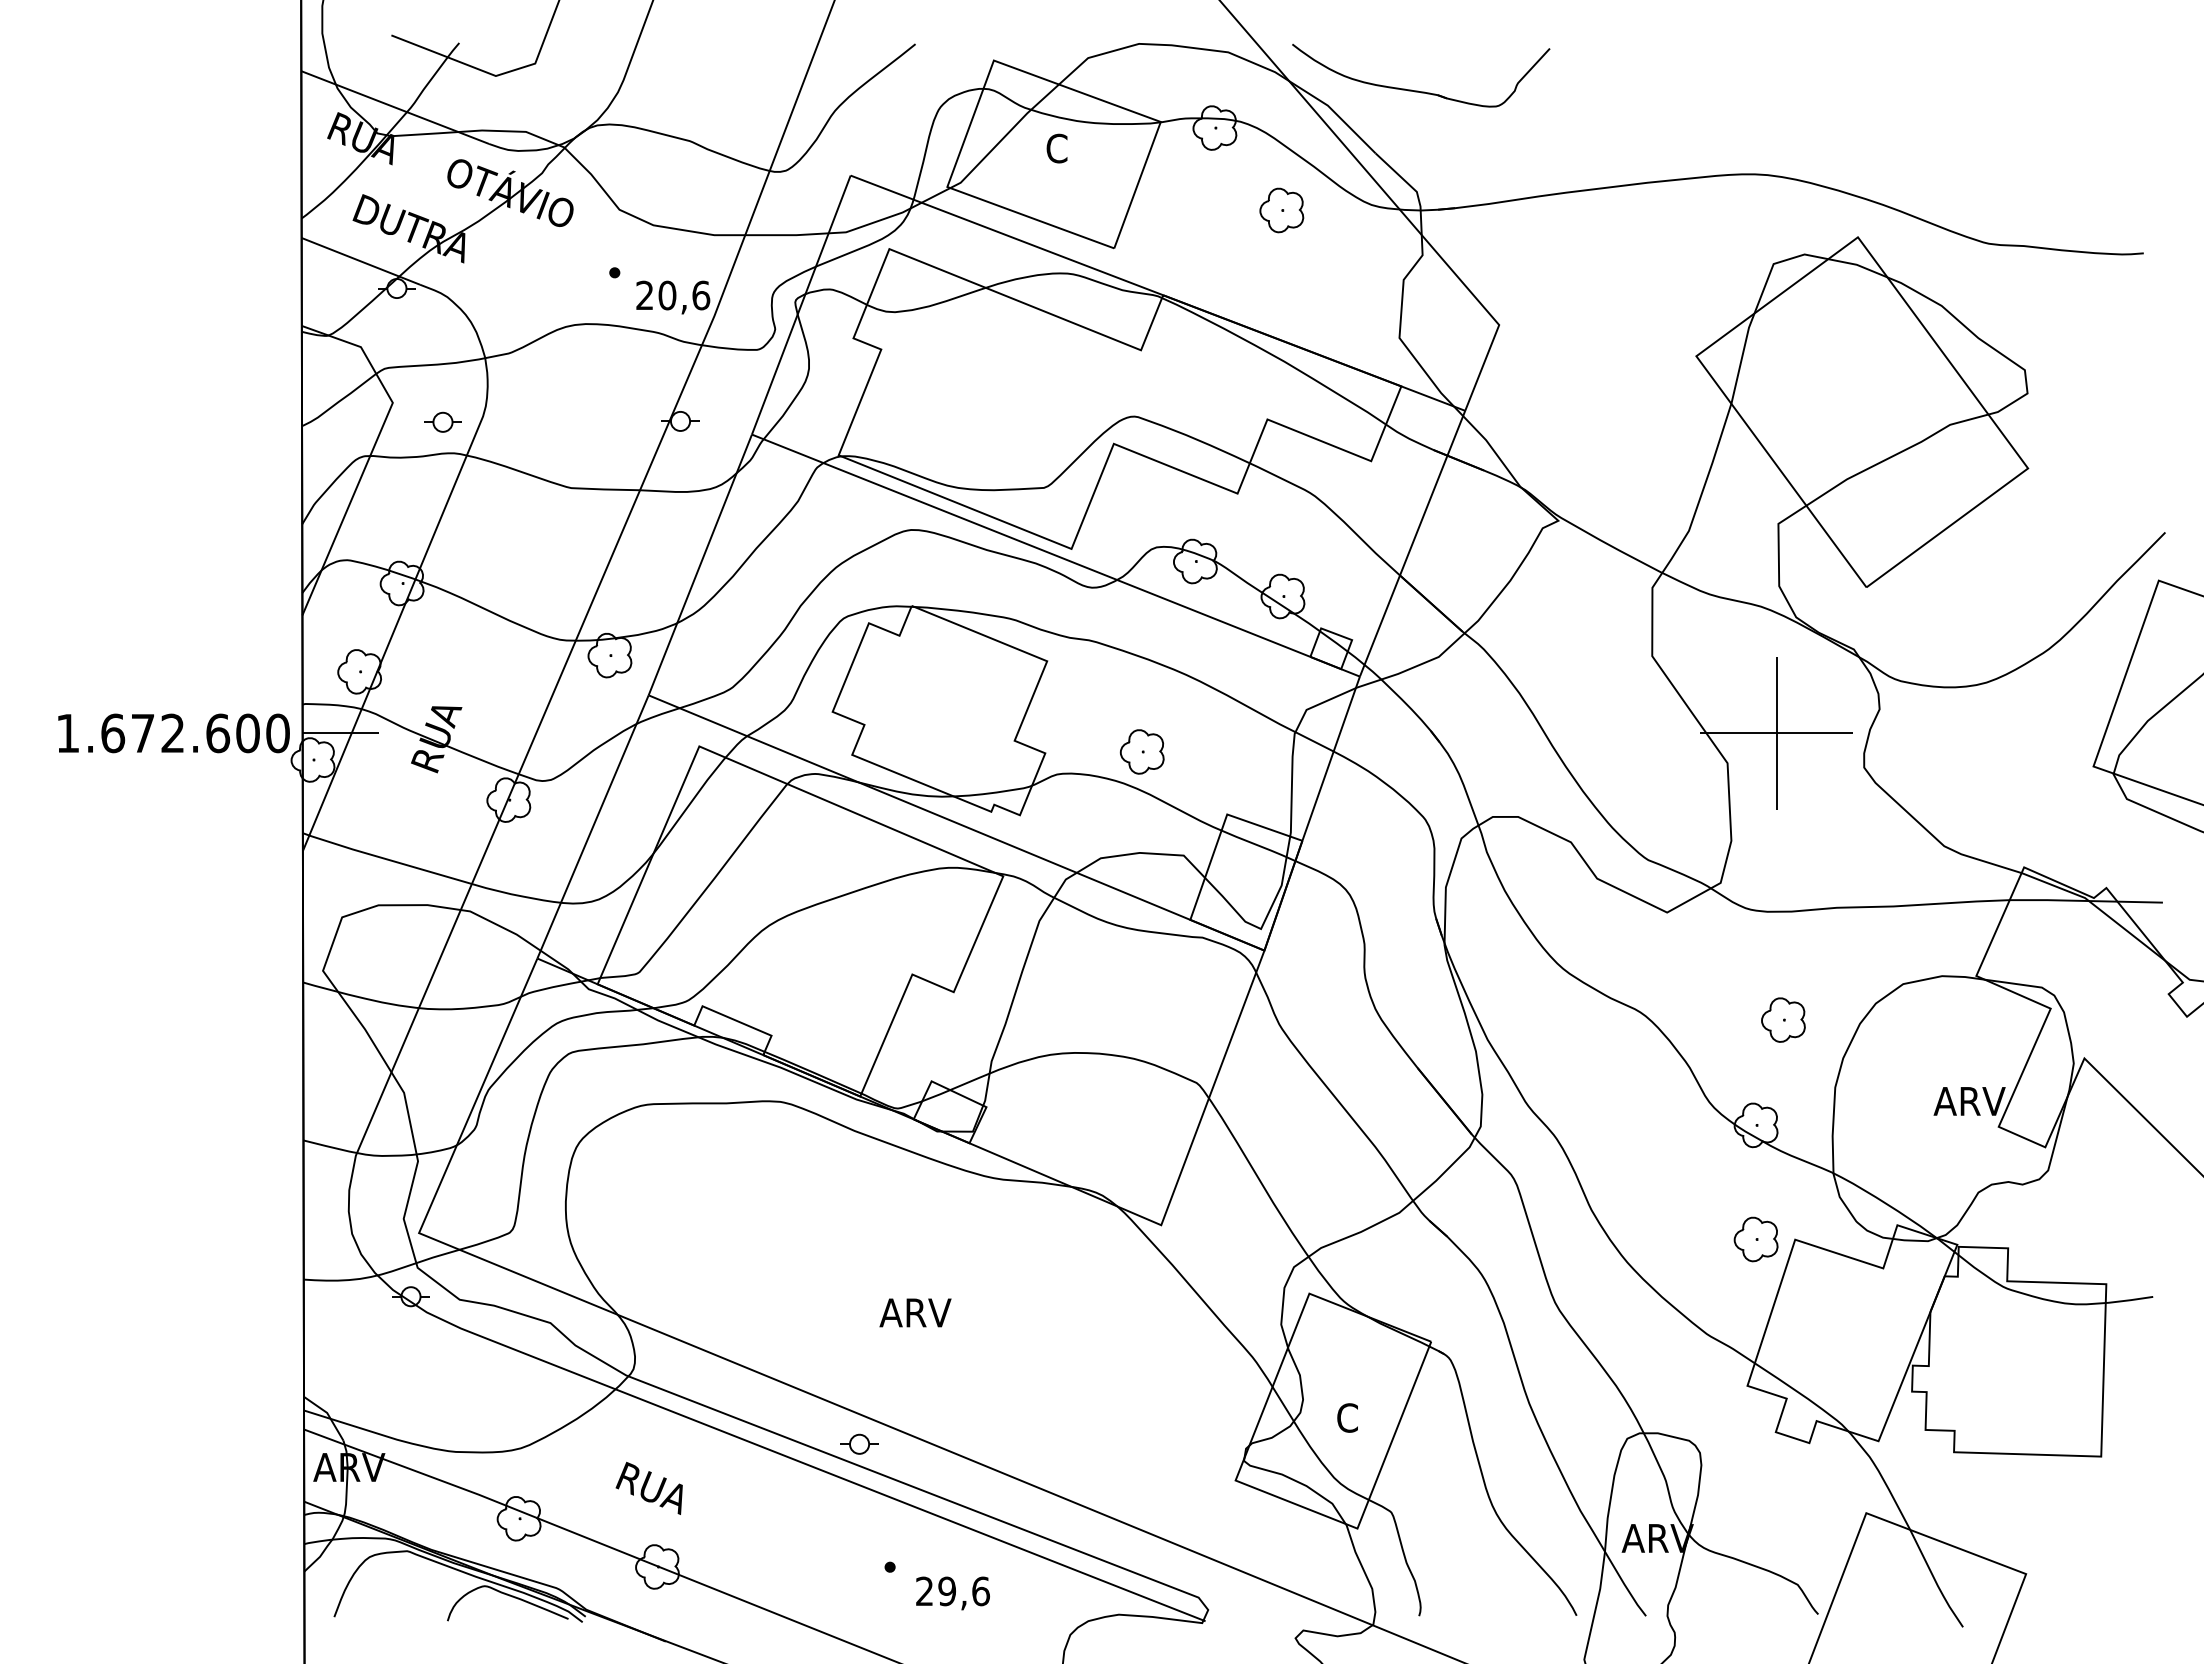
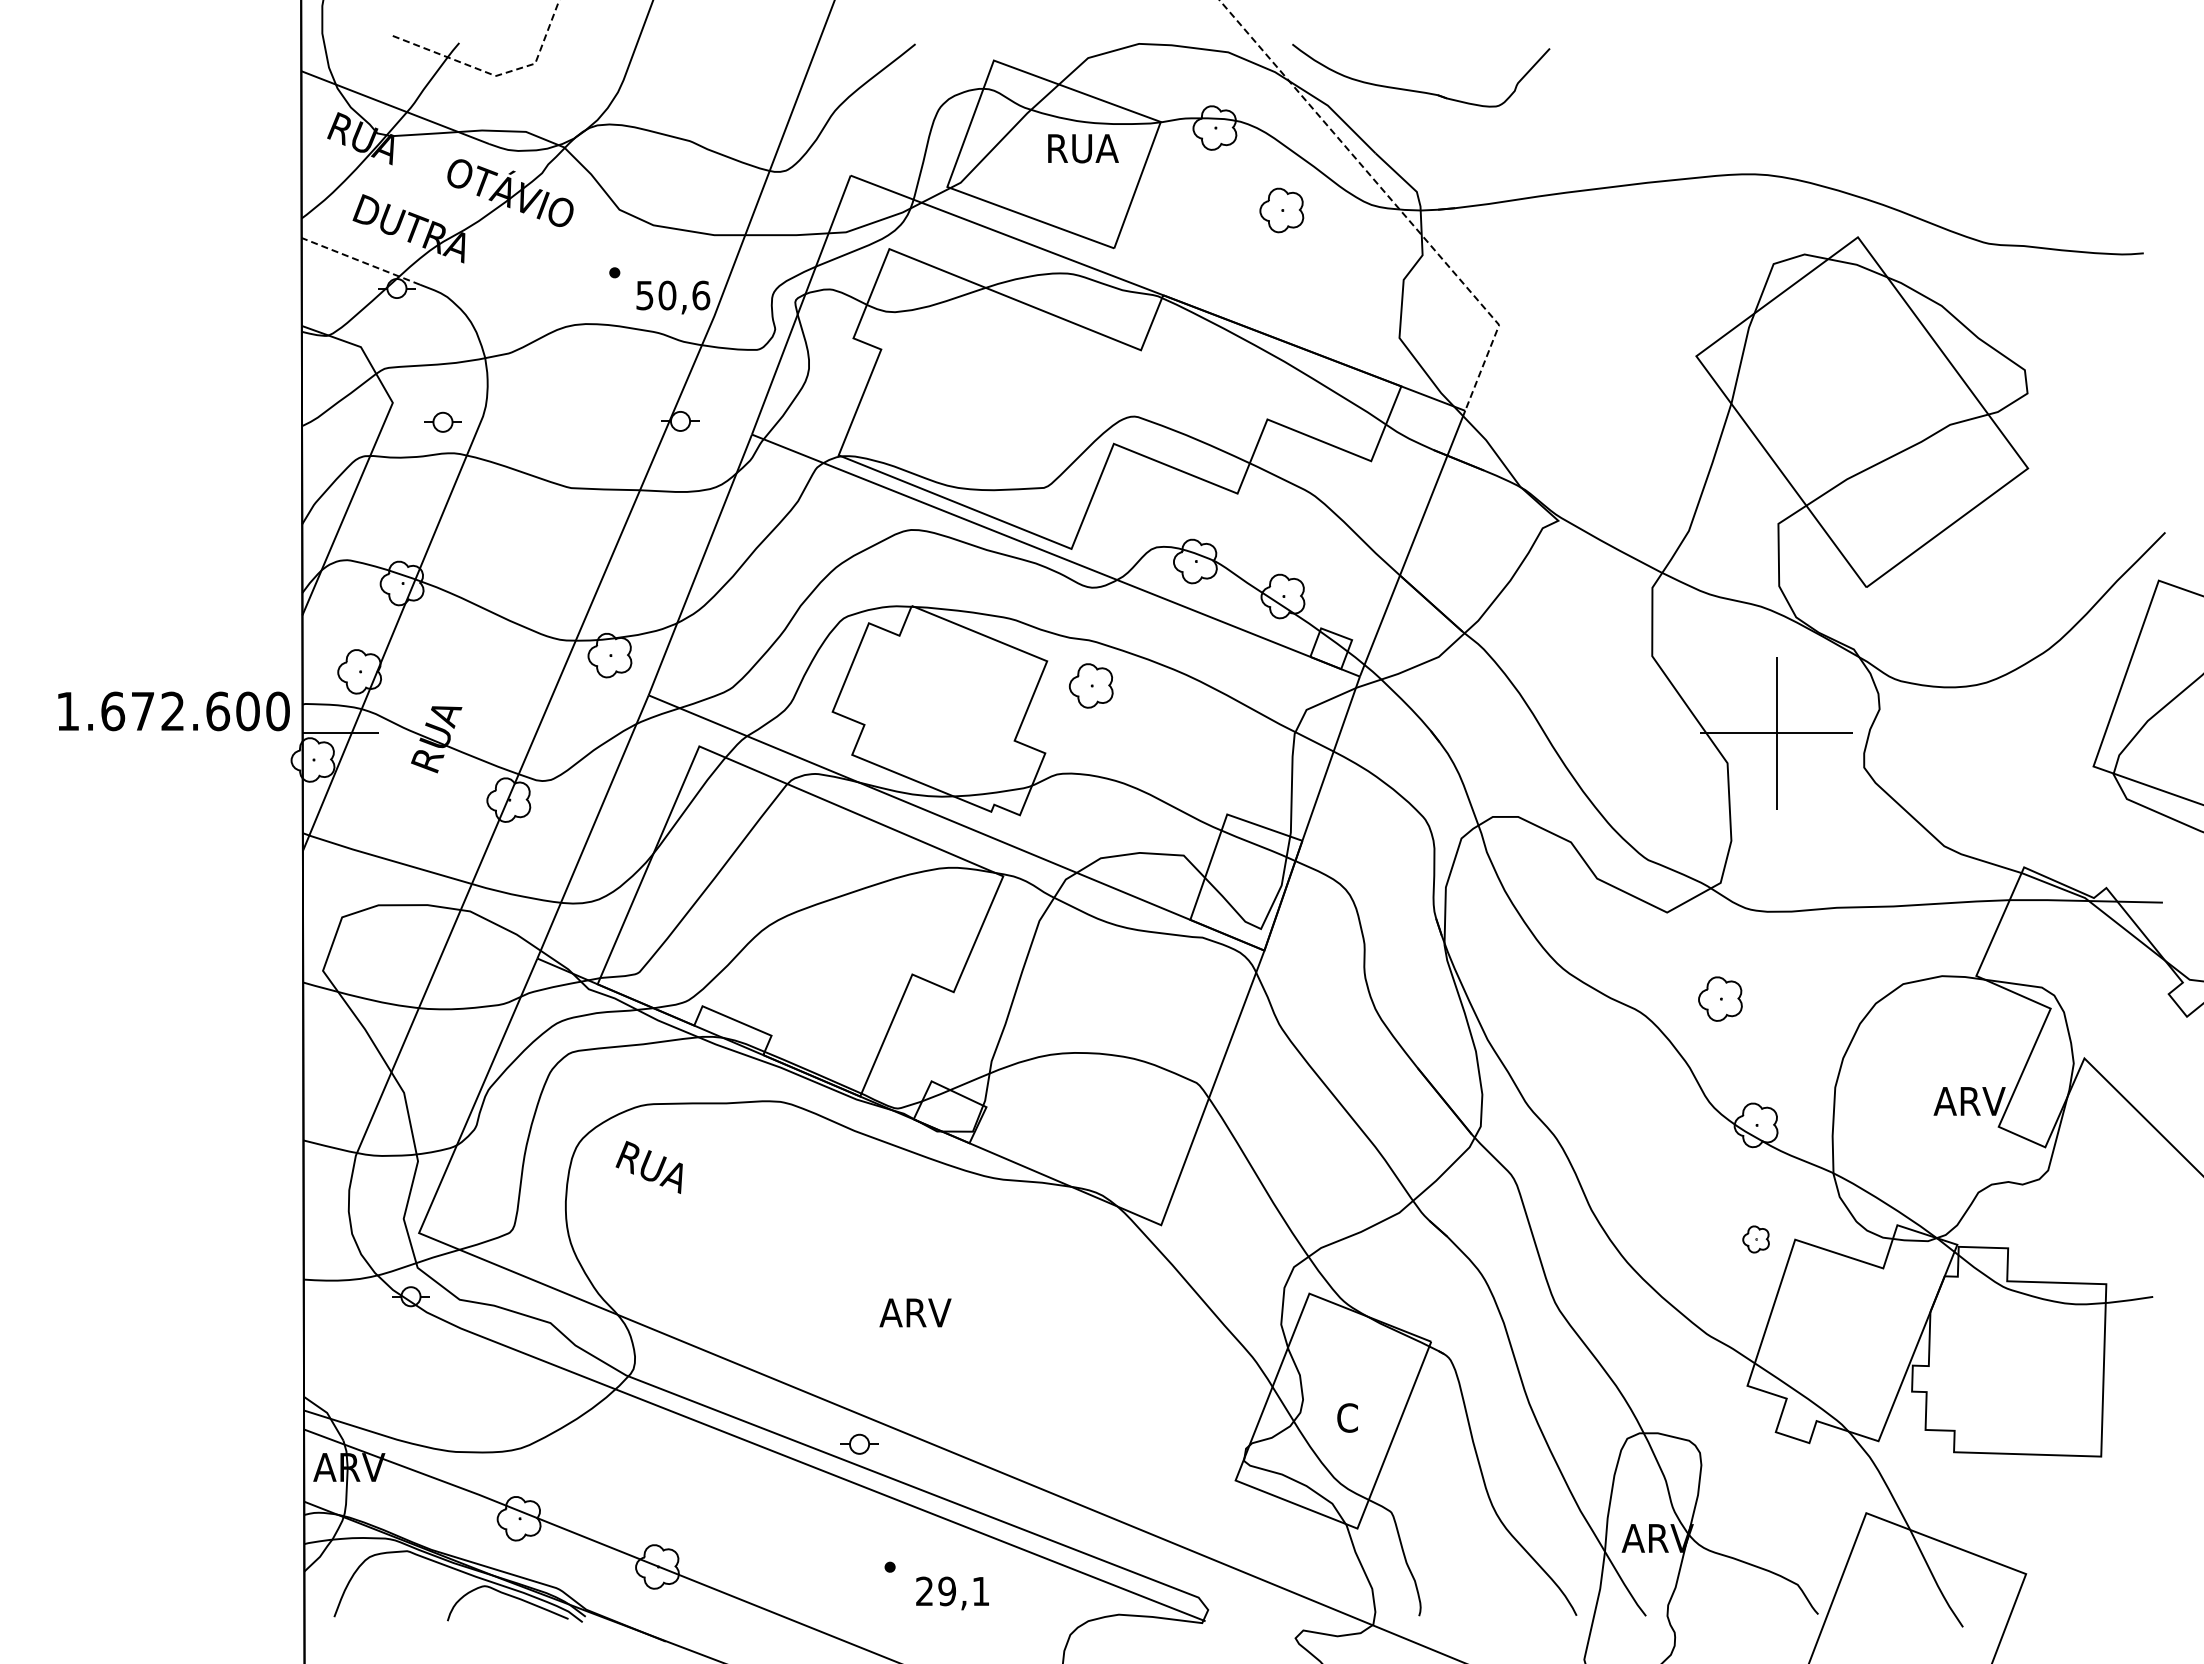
line at (494, 75): solid -> dashed
text at (1082, 148): C -> RUA
line at (1390, 198): solid -> dashed
line at (360, 261): solid -> dashed
text at (644, 295): 20,6 -> 50,6
text at (173, 733) position: (173, 733) -> (173, 711)
part at (1141, 751) position: (1141, 751) -> (1090, 685)
part at (1783, 1019) position: (1783, 1019) -> (1720, 998)
part at (1755, 1239) size: 46x47 px -> 28x29 px
text at (648, 1487) position: (648, 1487) -> (648, 1166)
text at (980, 1591): 29,6 -> 29,1
